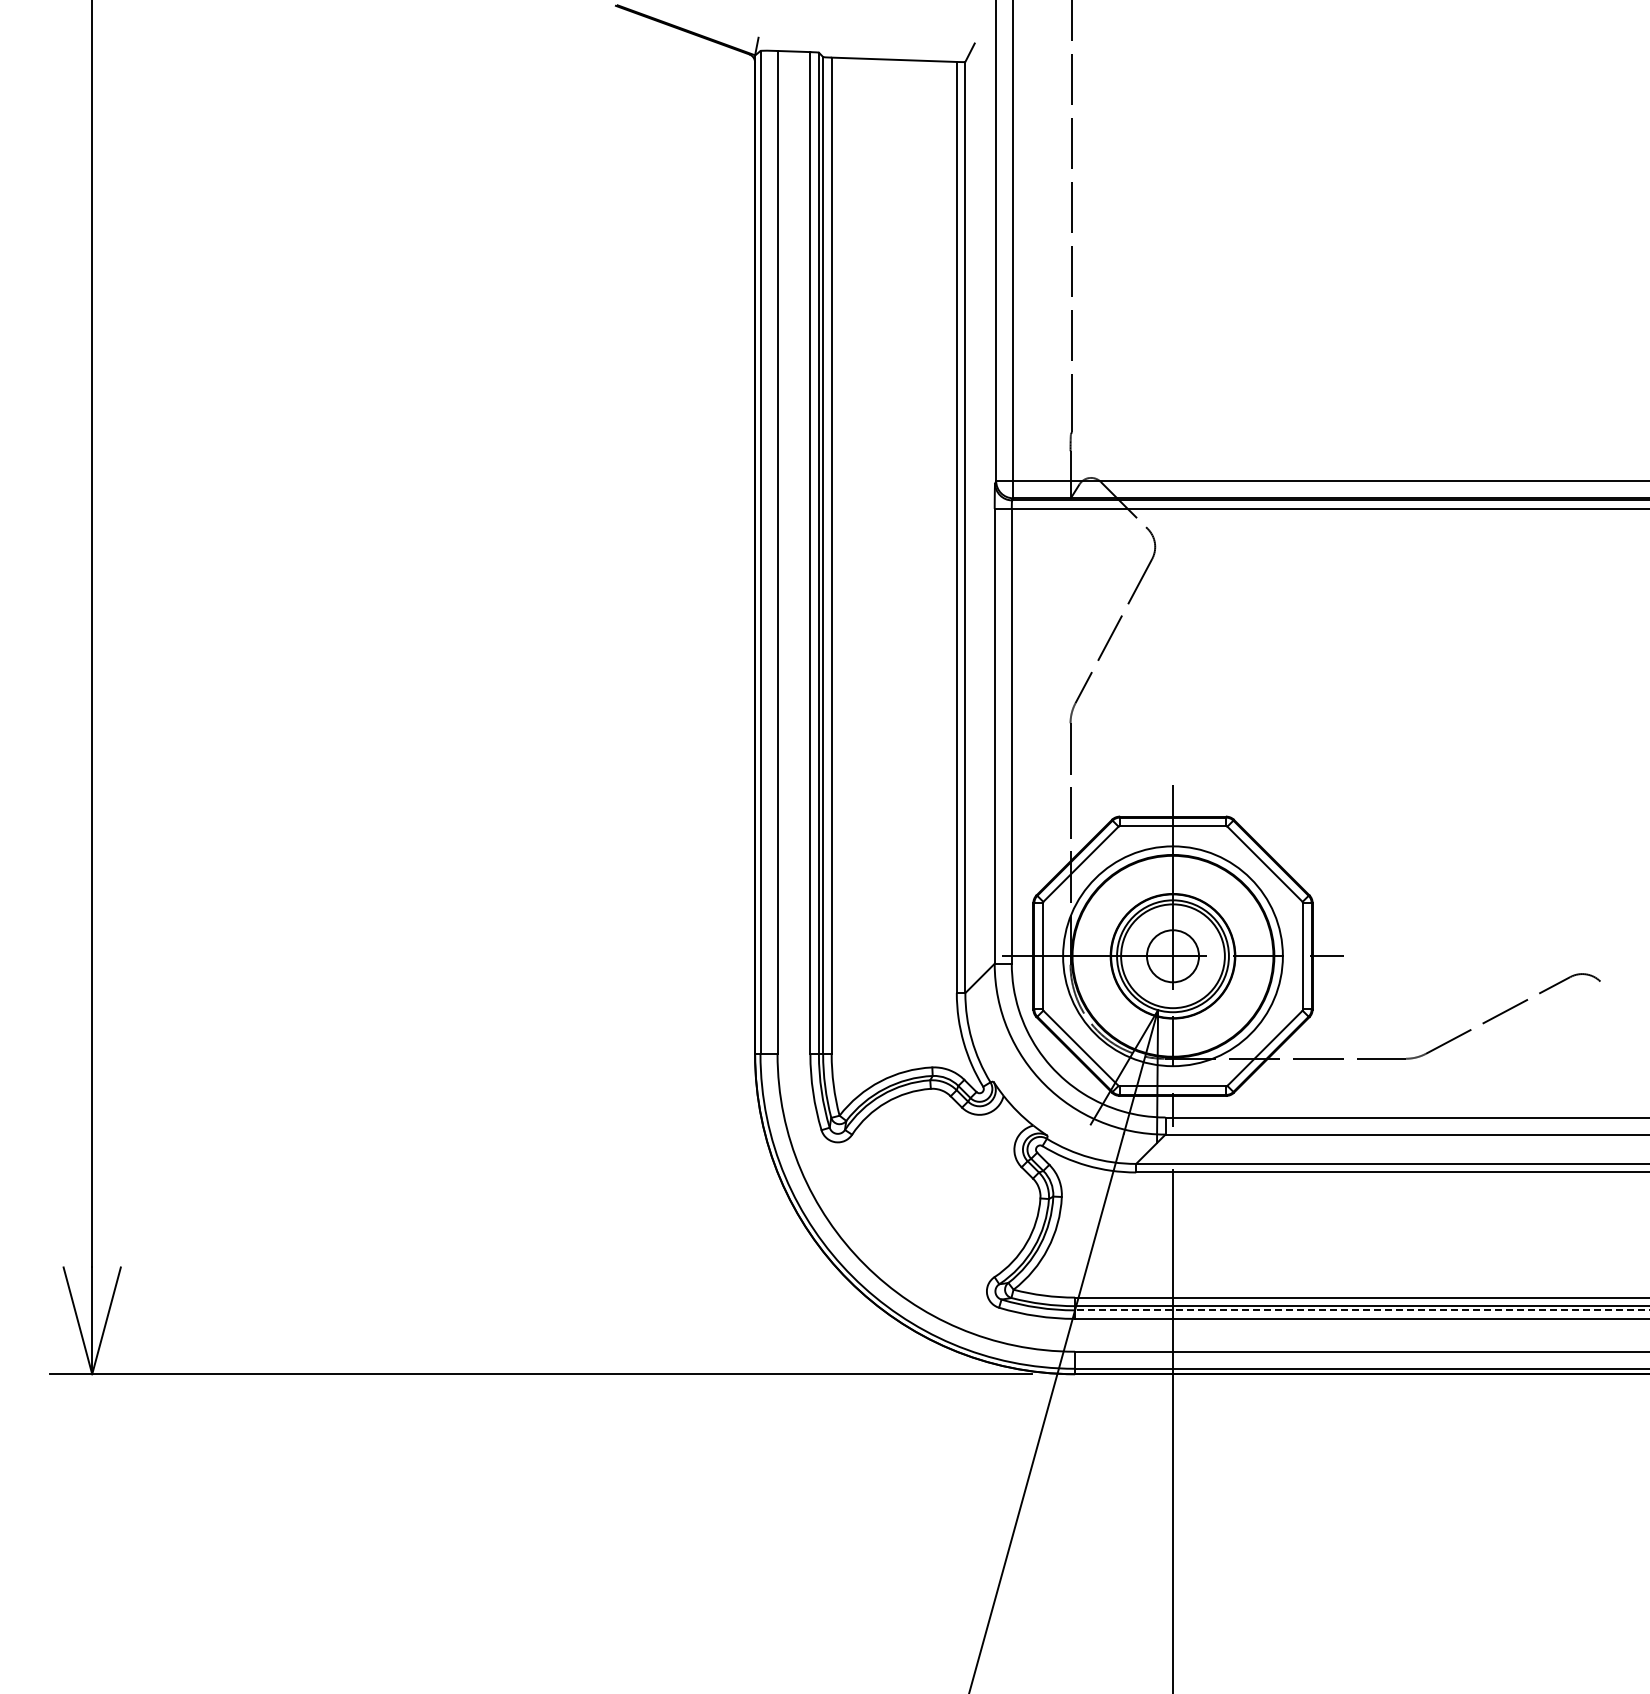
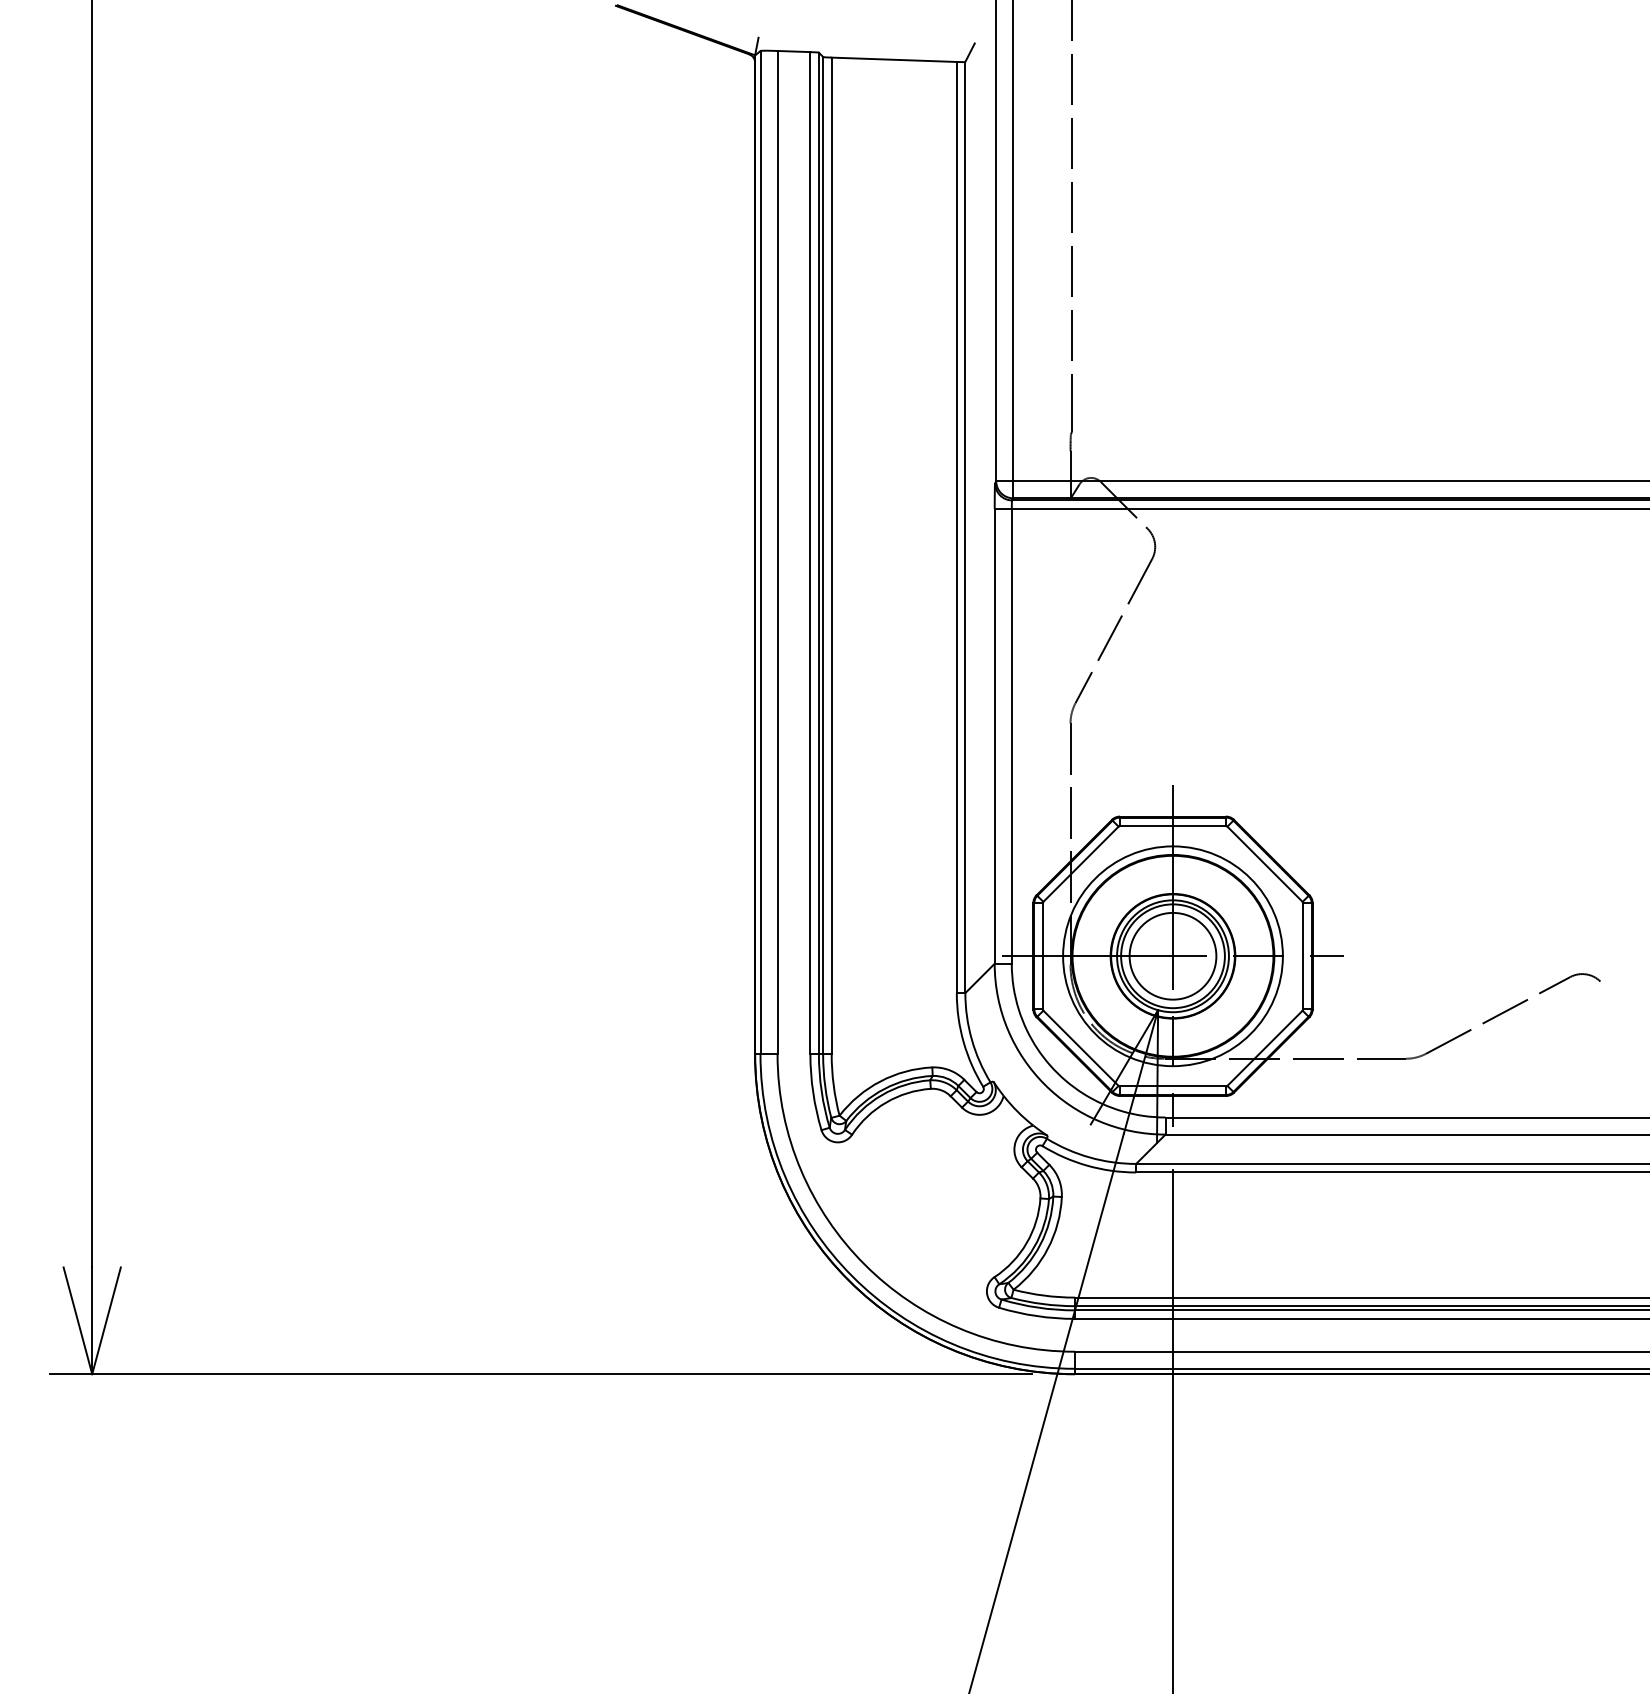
circle at (1172, 956) diameter: 52 px -> 87 px
line at (1361, 1310): dashed -> solid
